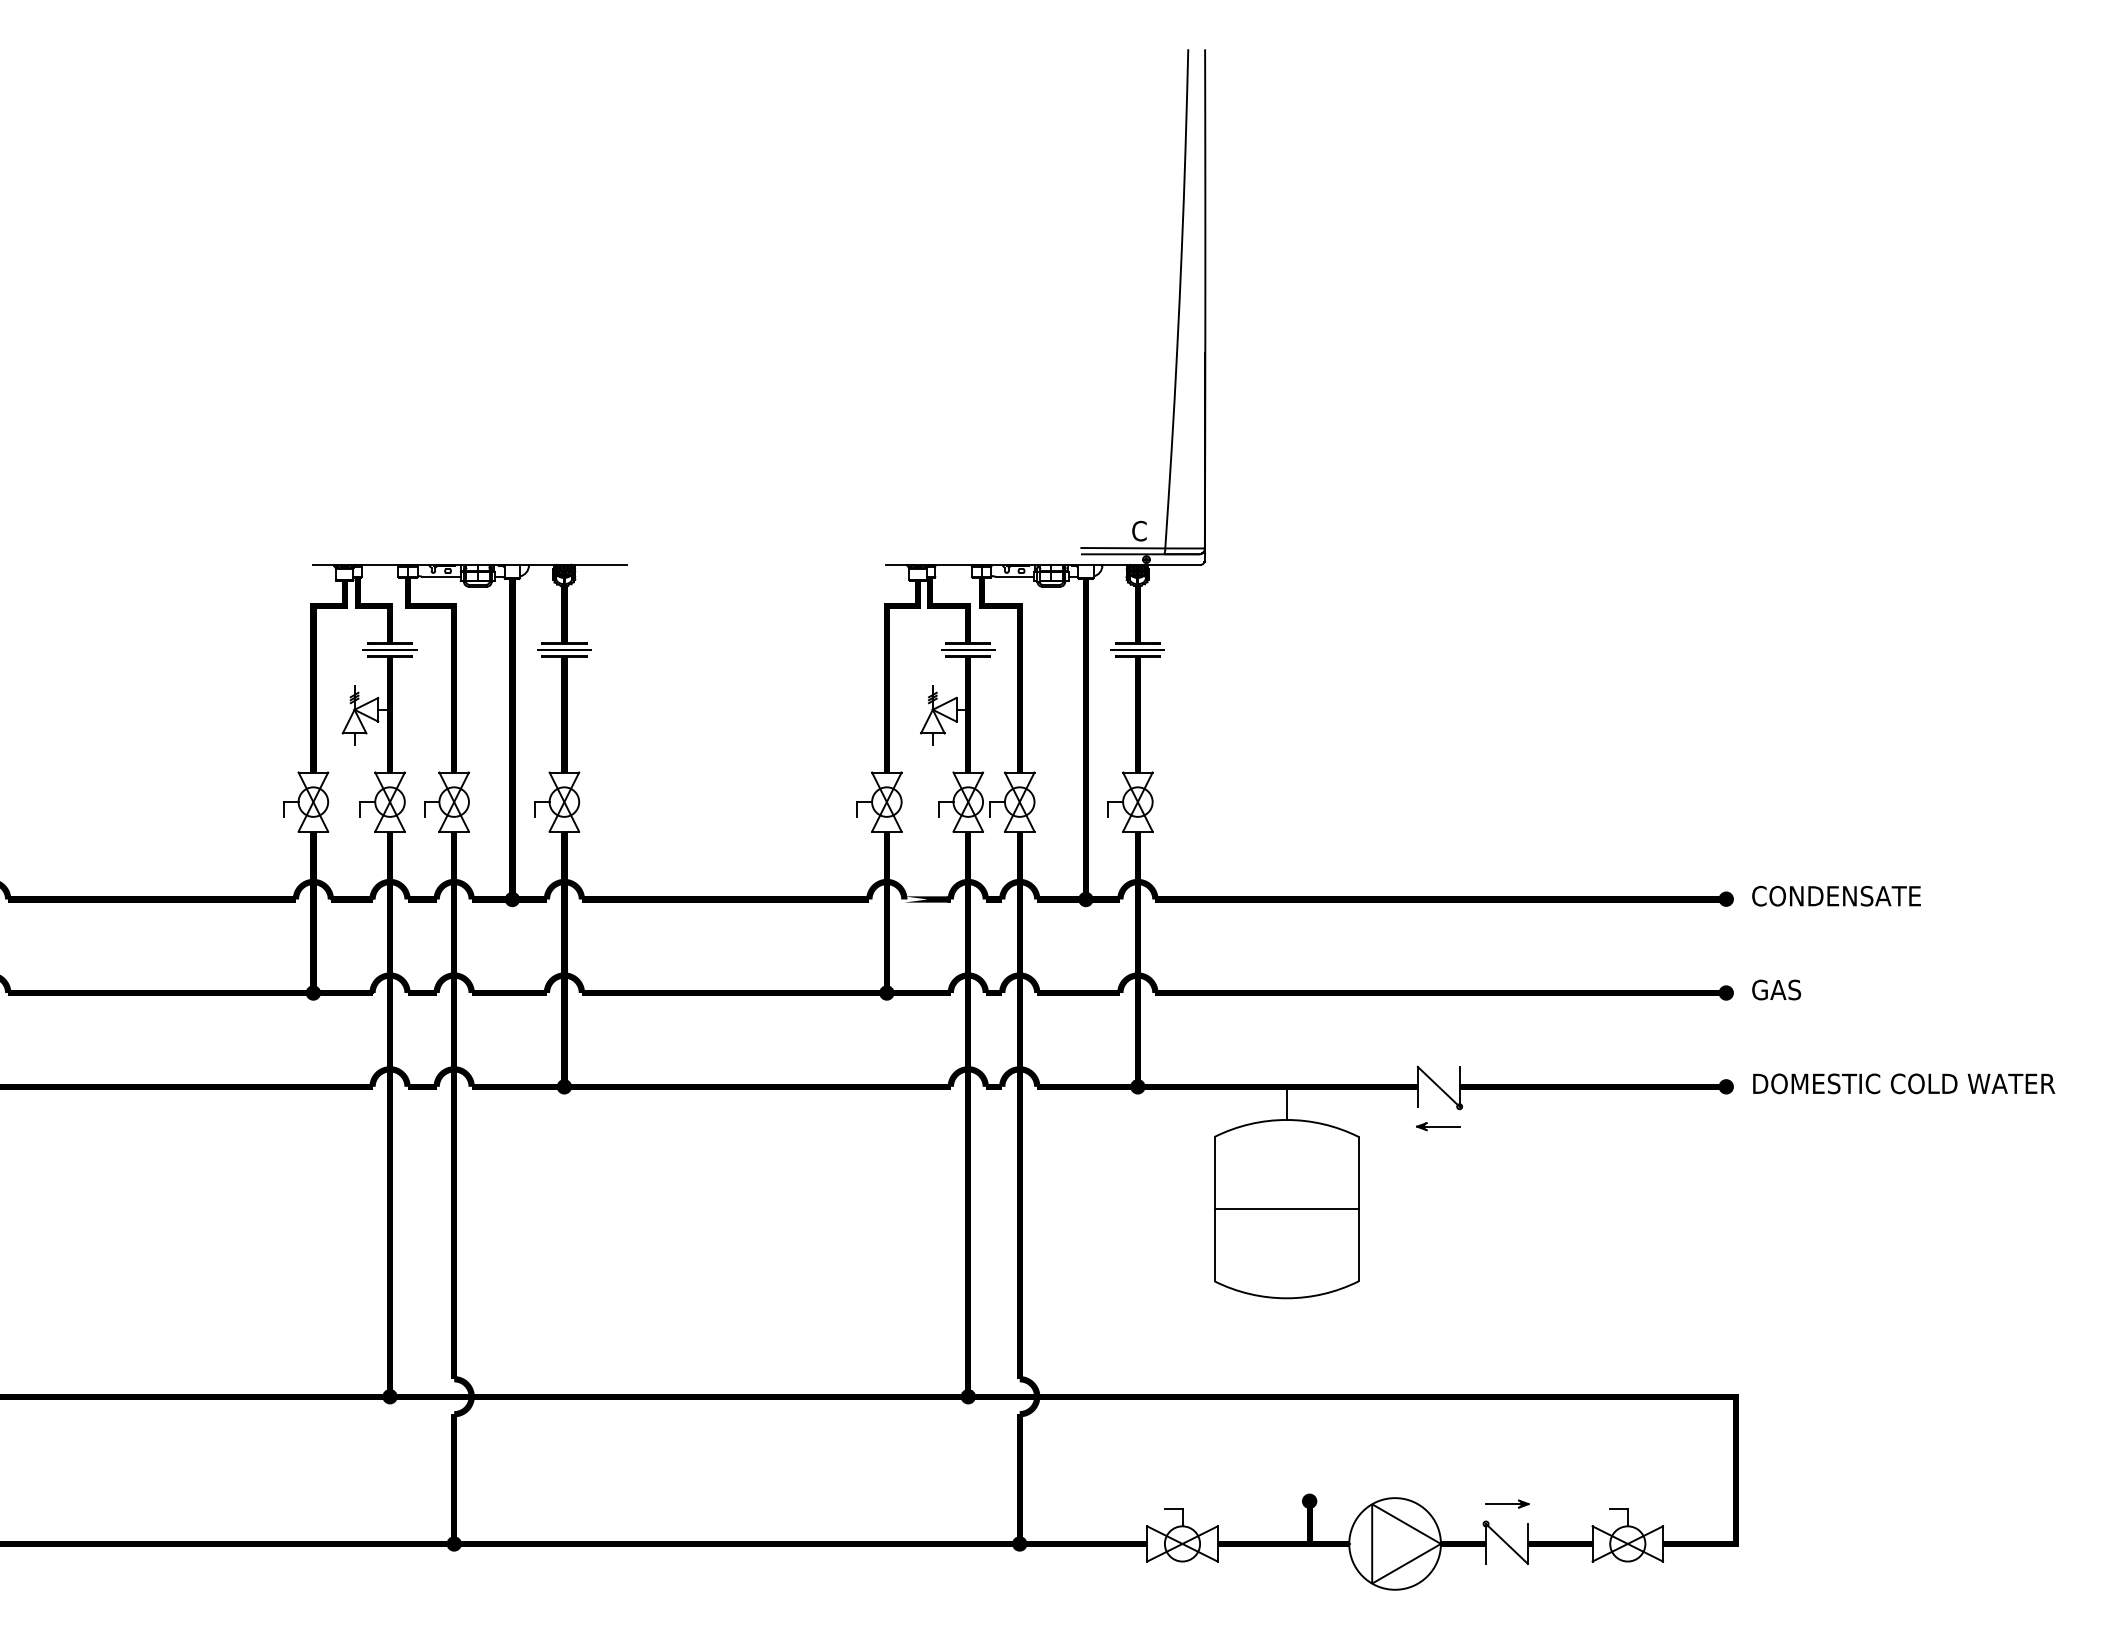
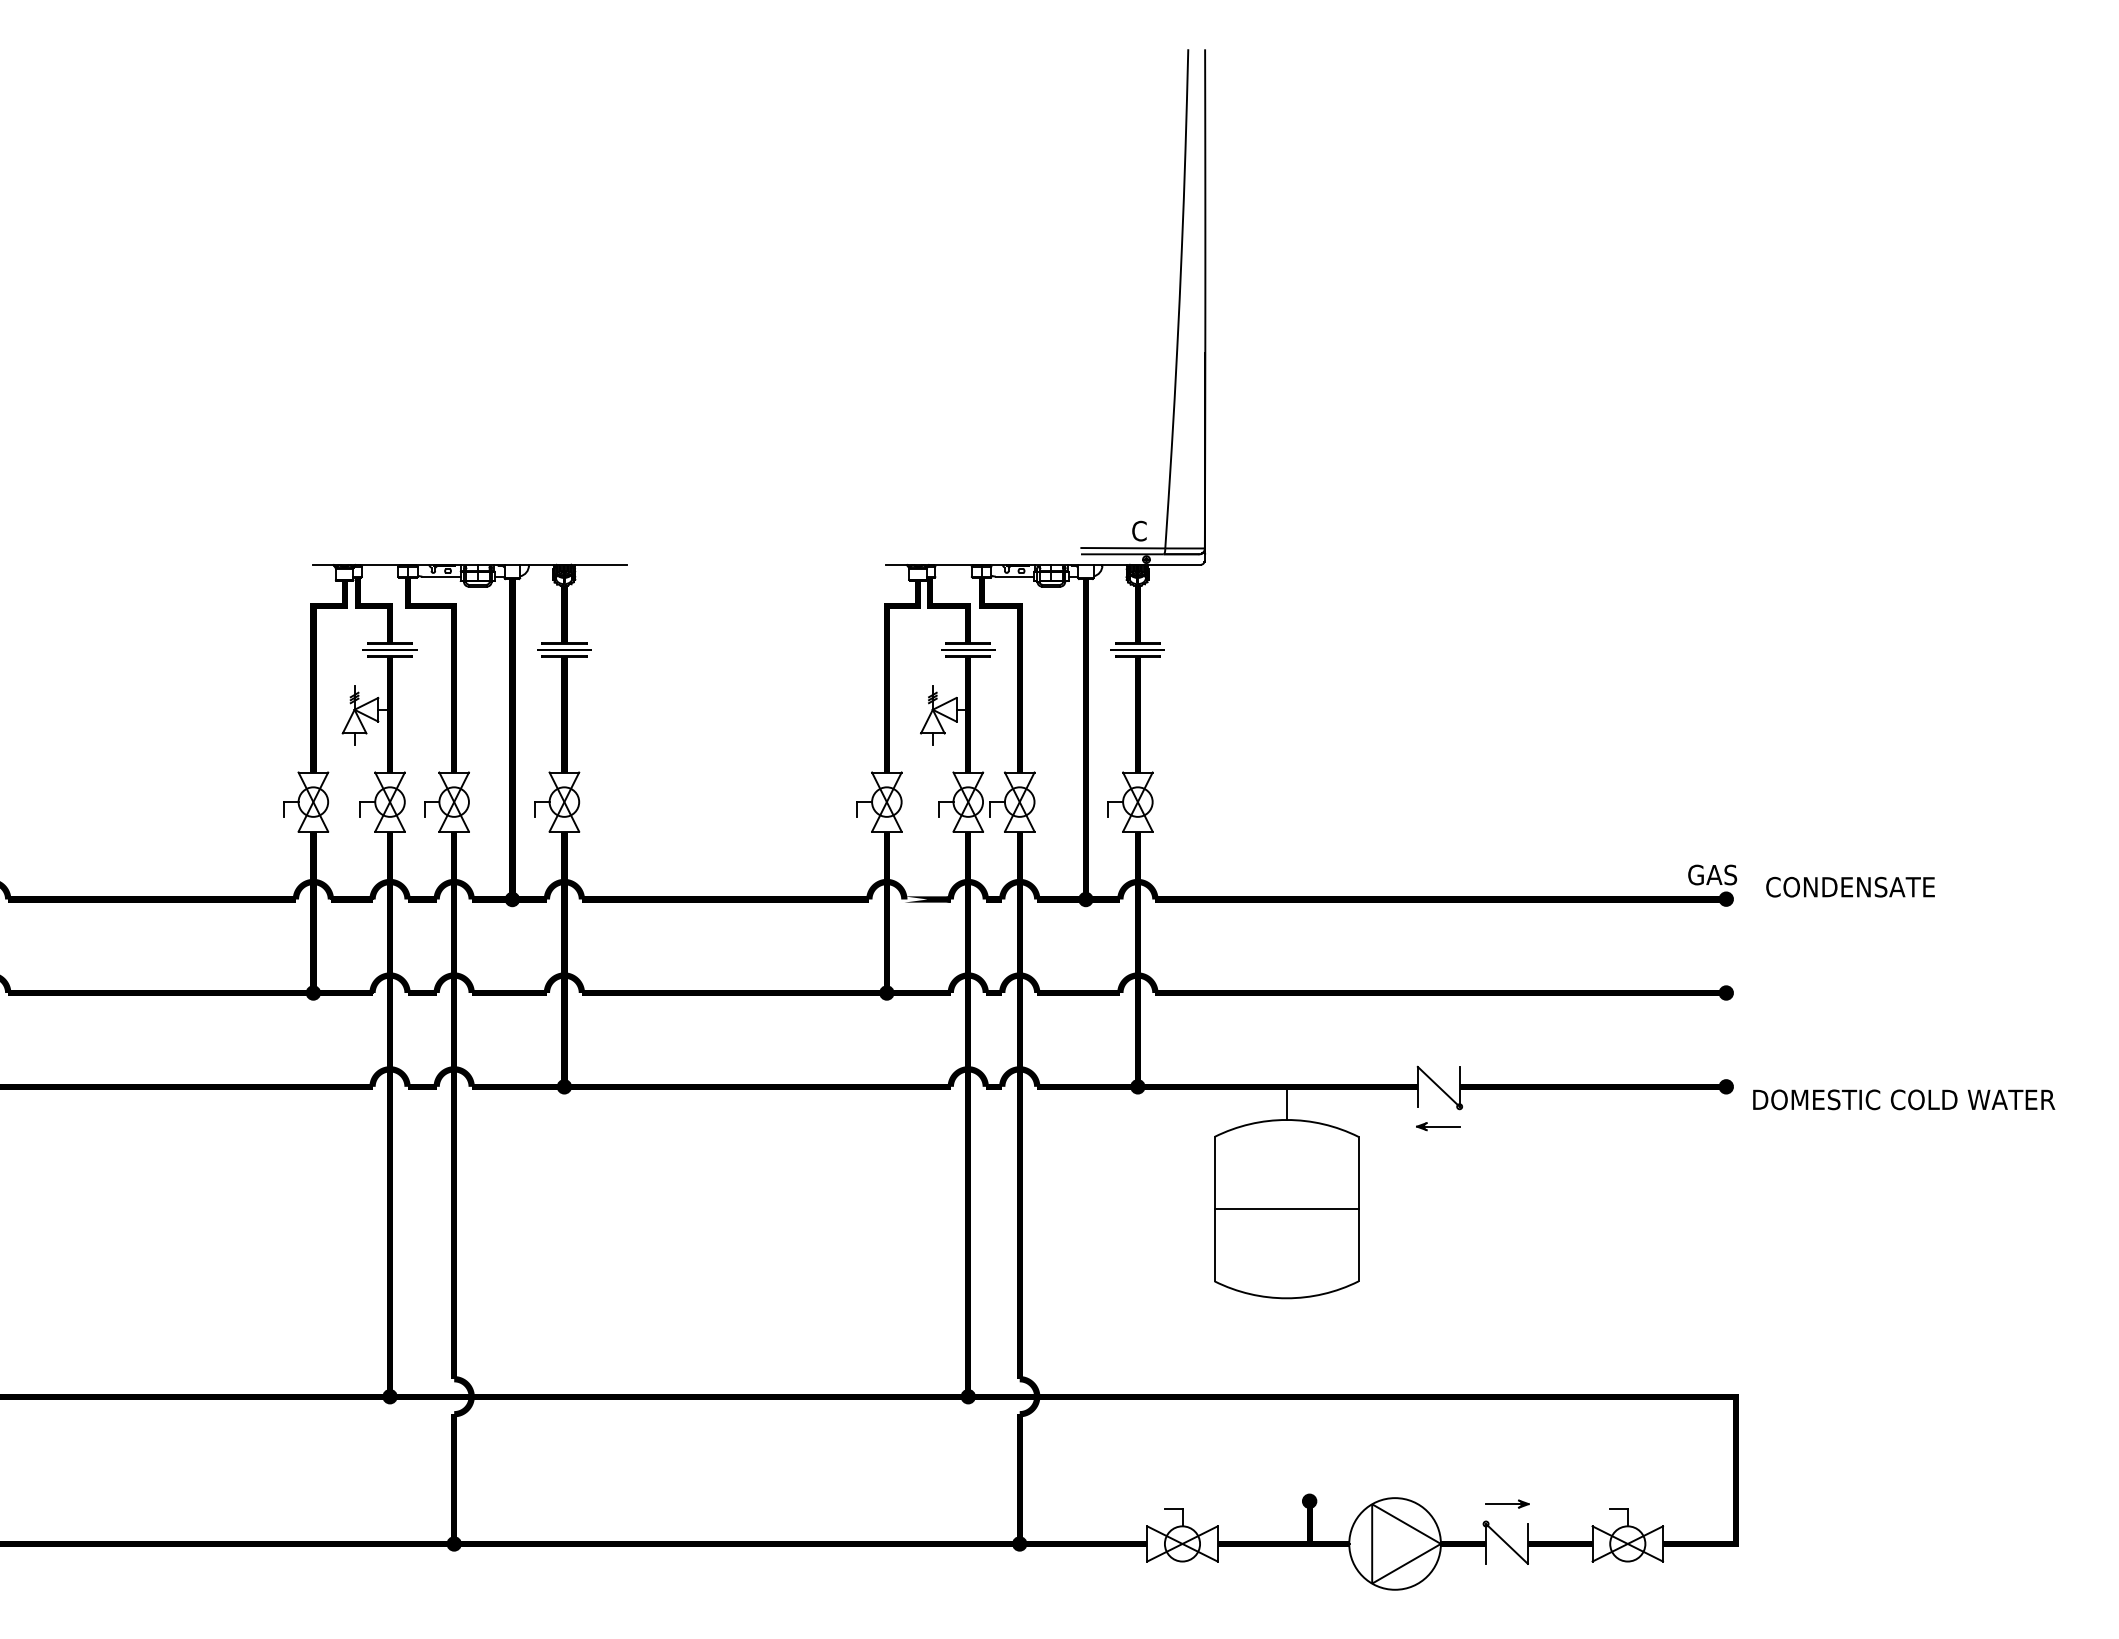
text at (1836, 895) position: (1836, 895) -> (1850, 886)
text at (1776, 989) position: (1776, 989) -> (1712, 874)
text at (1904, 1083) position: (1904, 1083) -> (1904, 1099)
